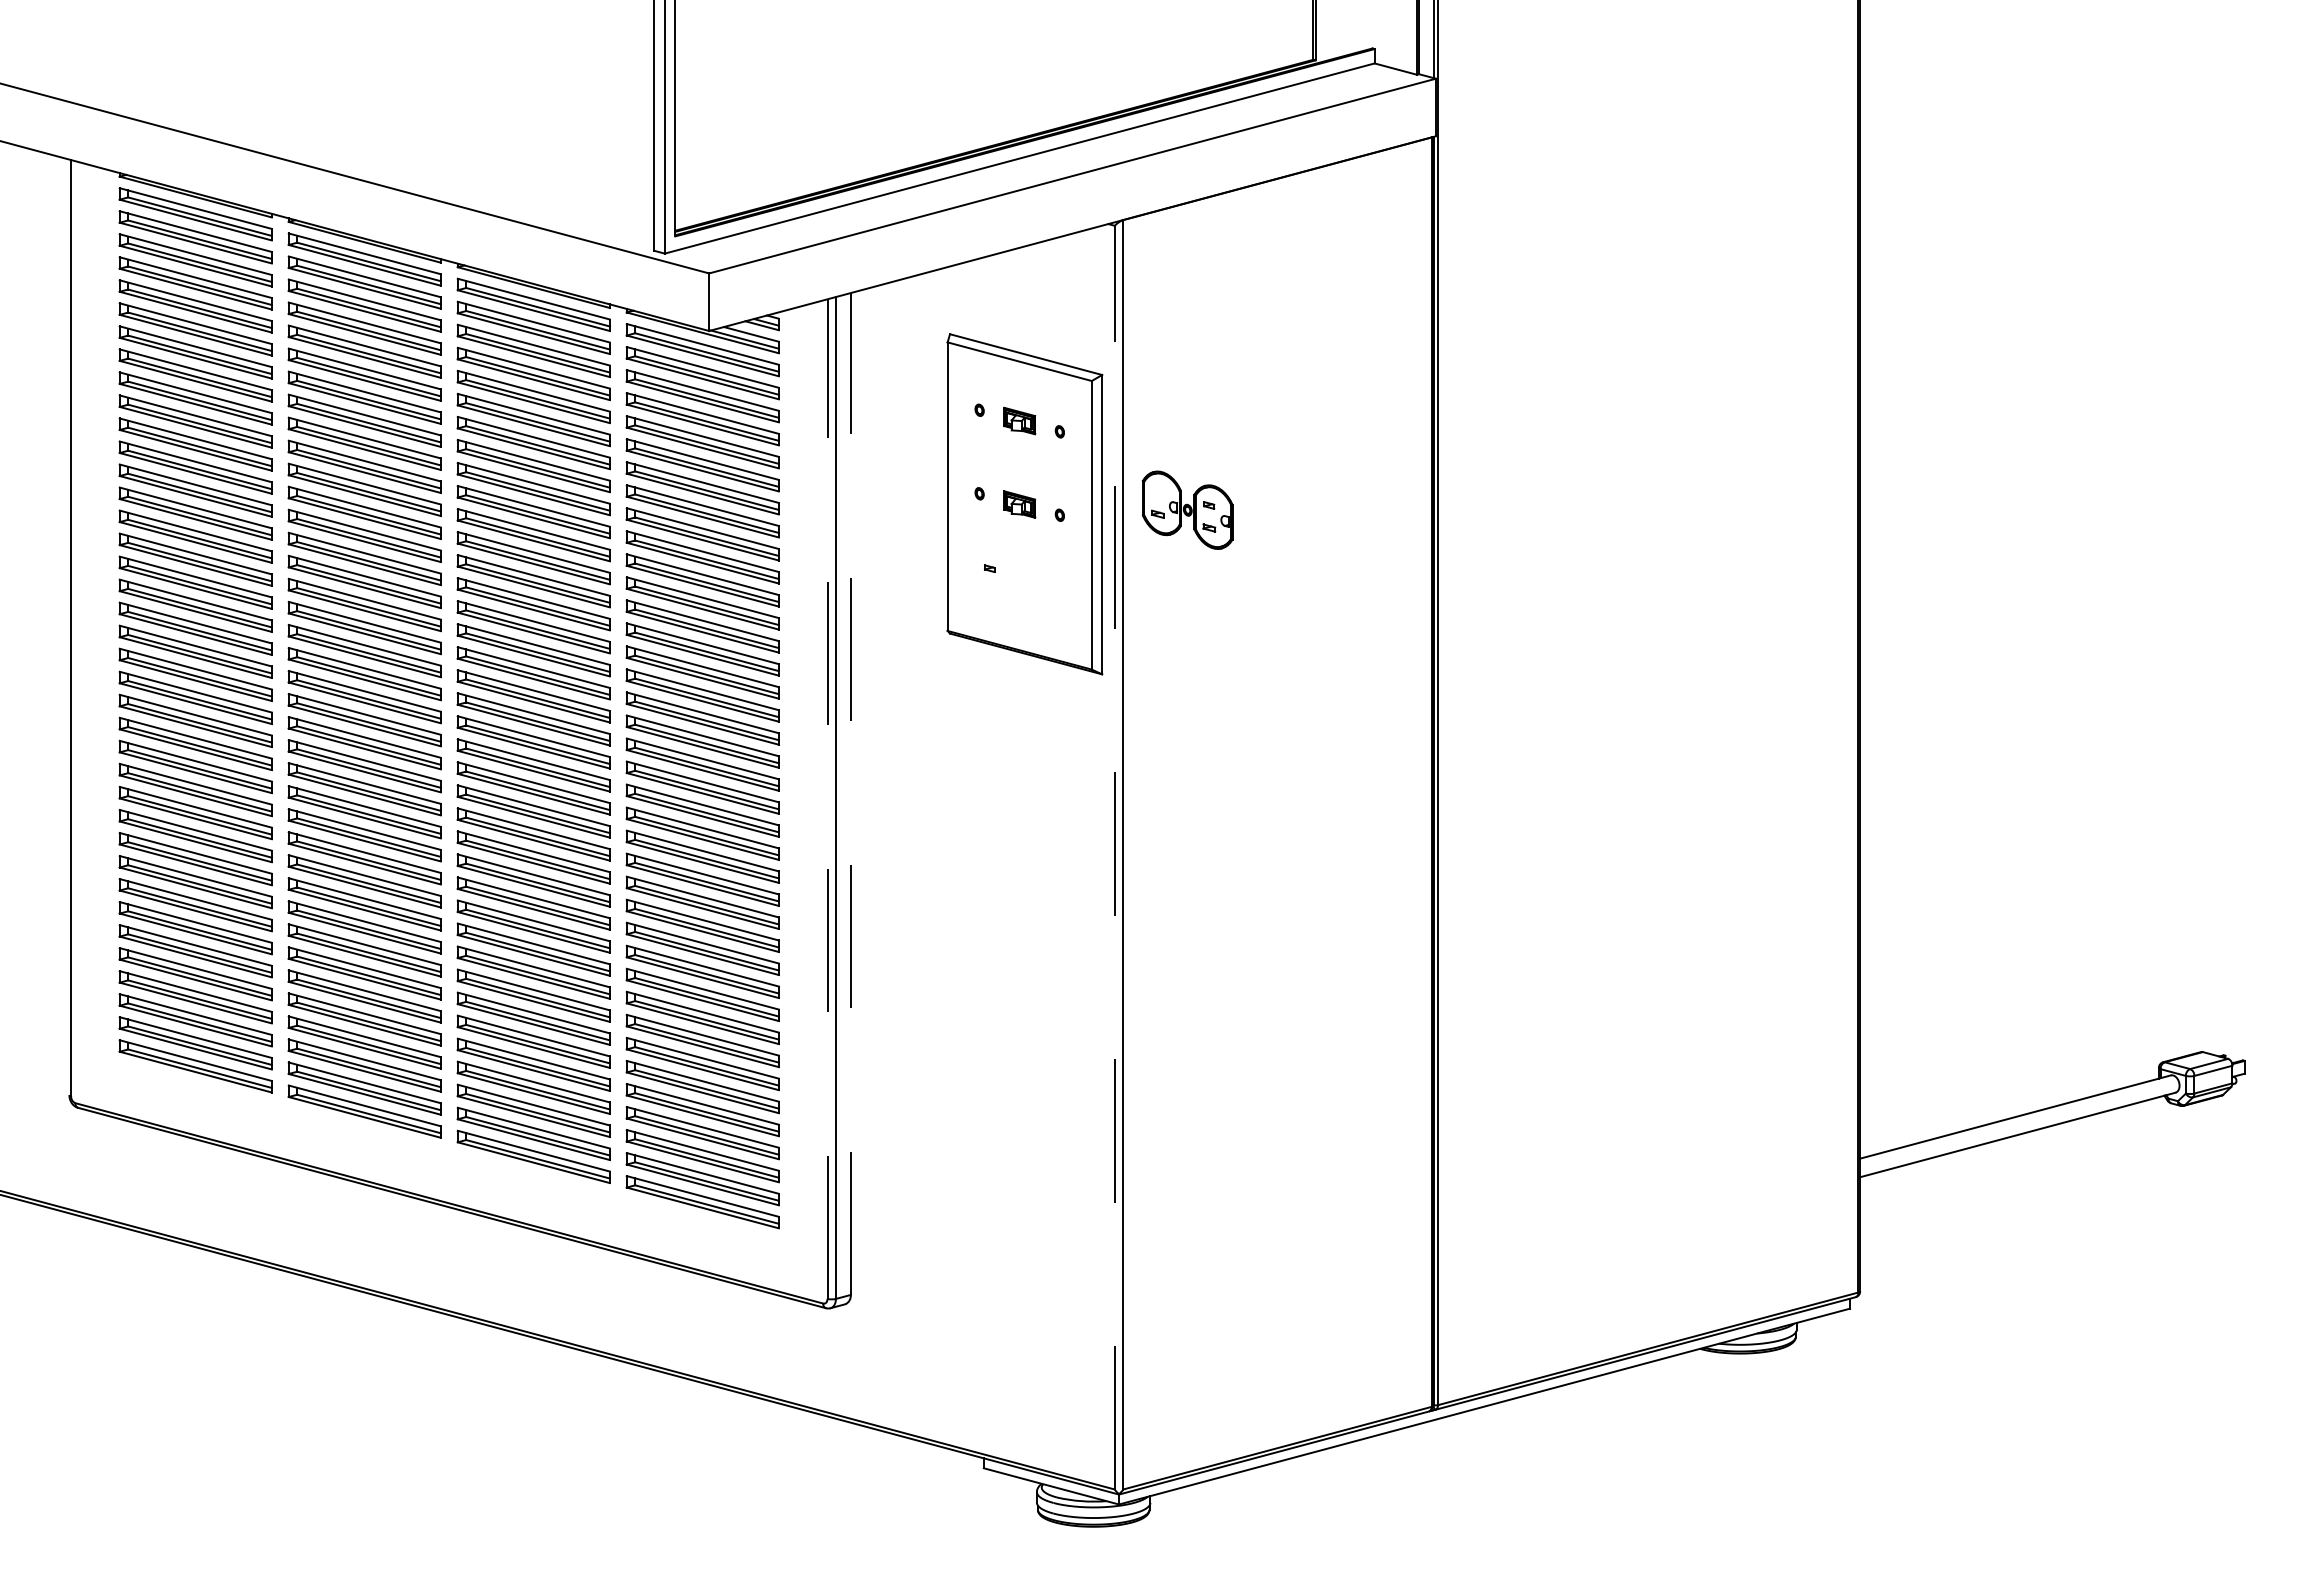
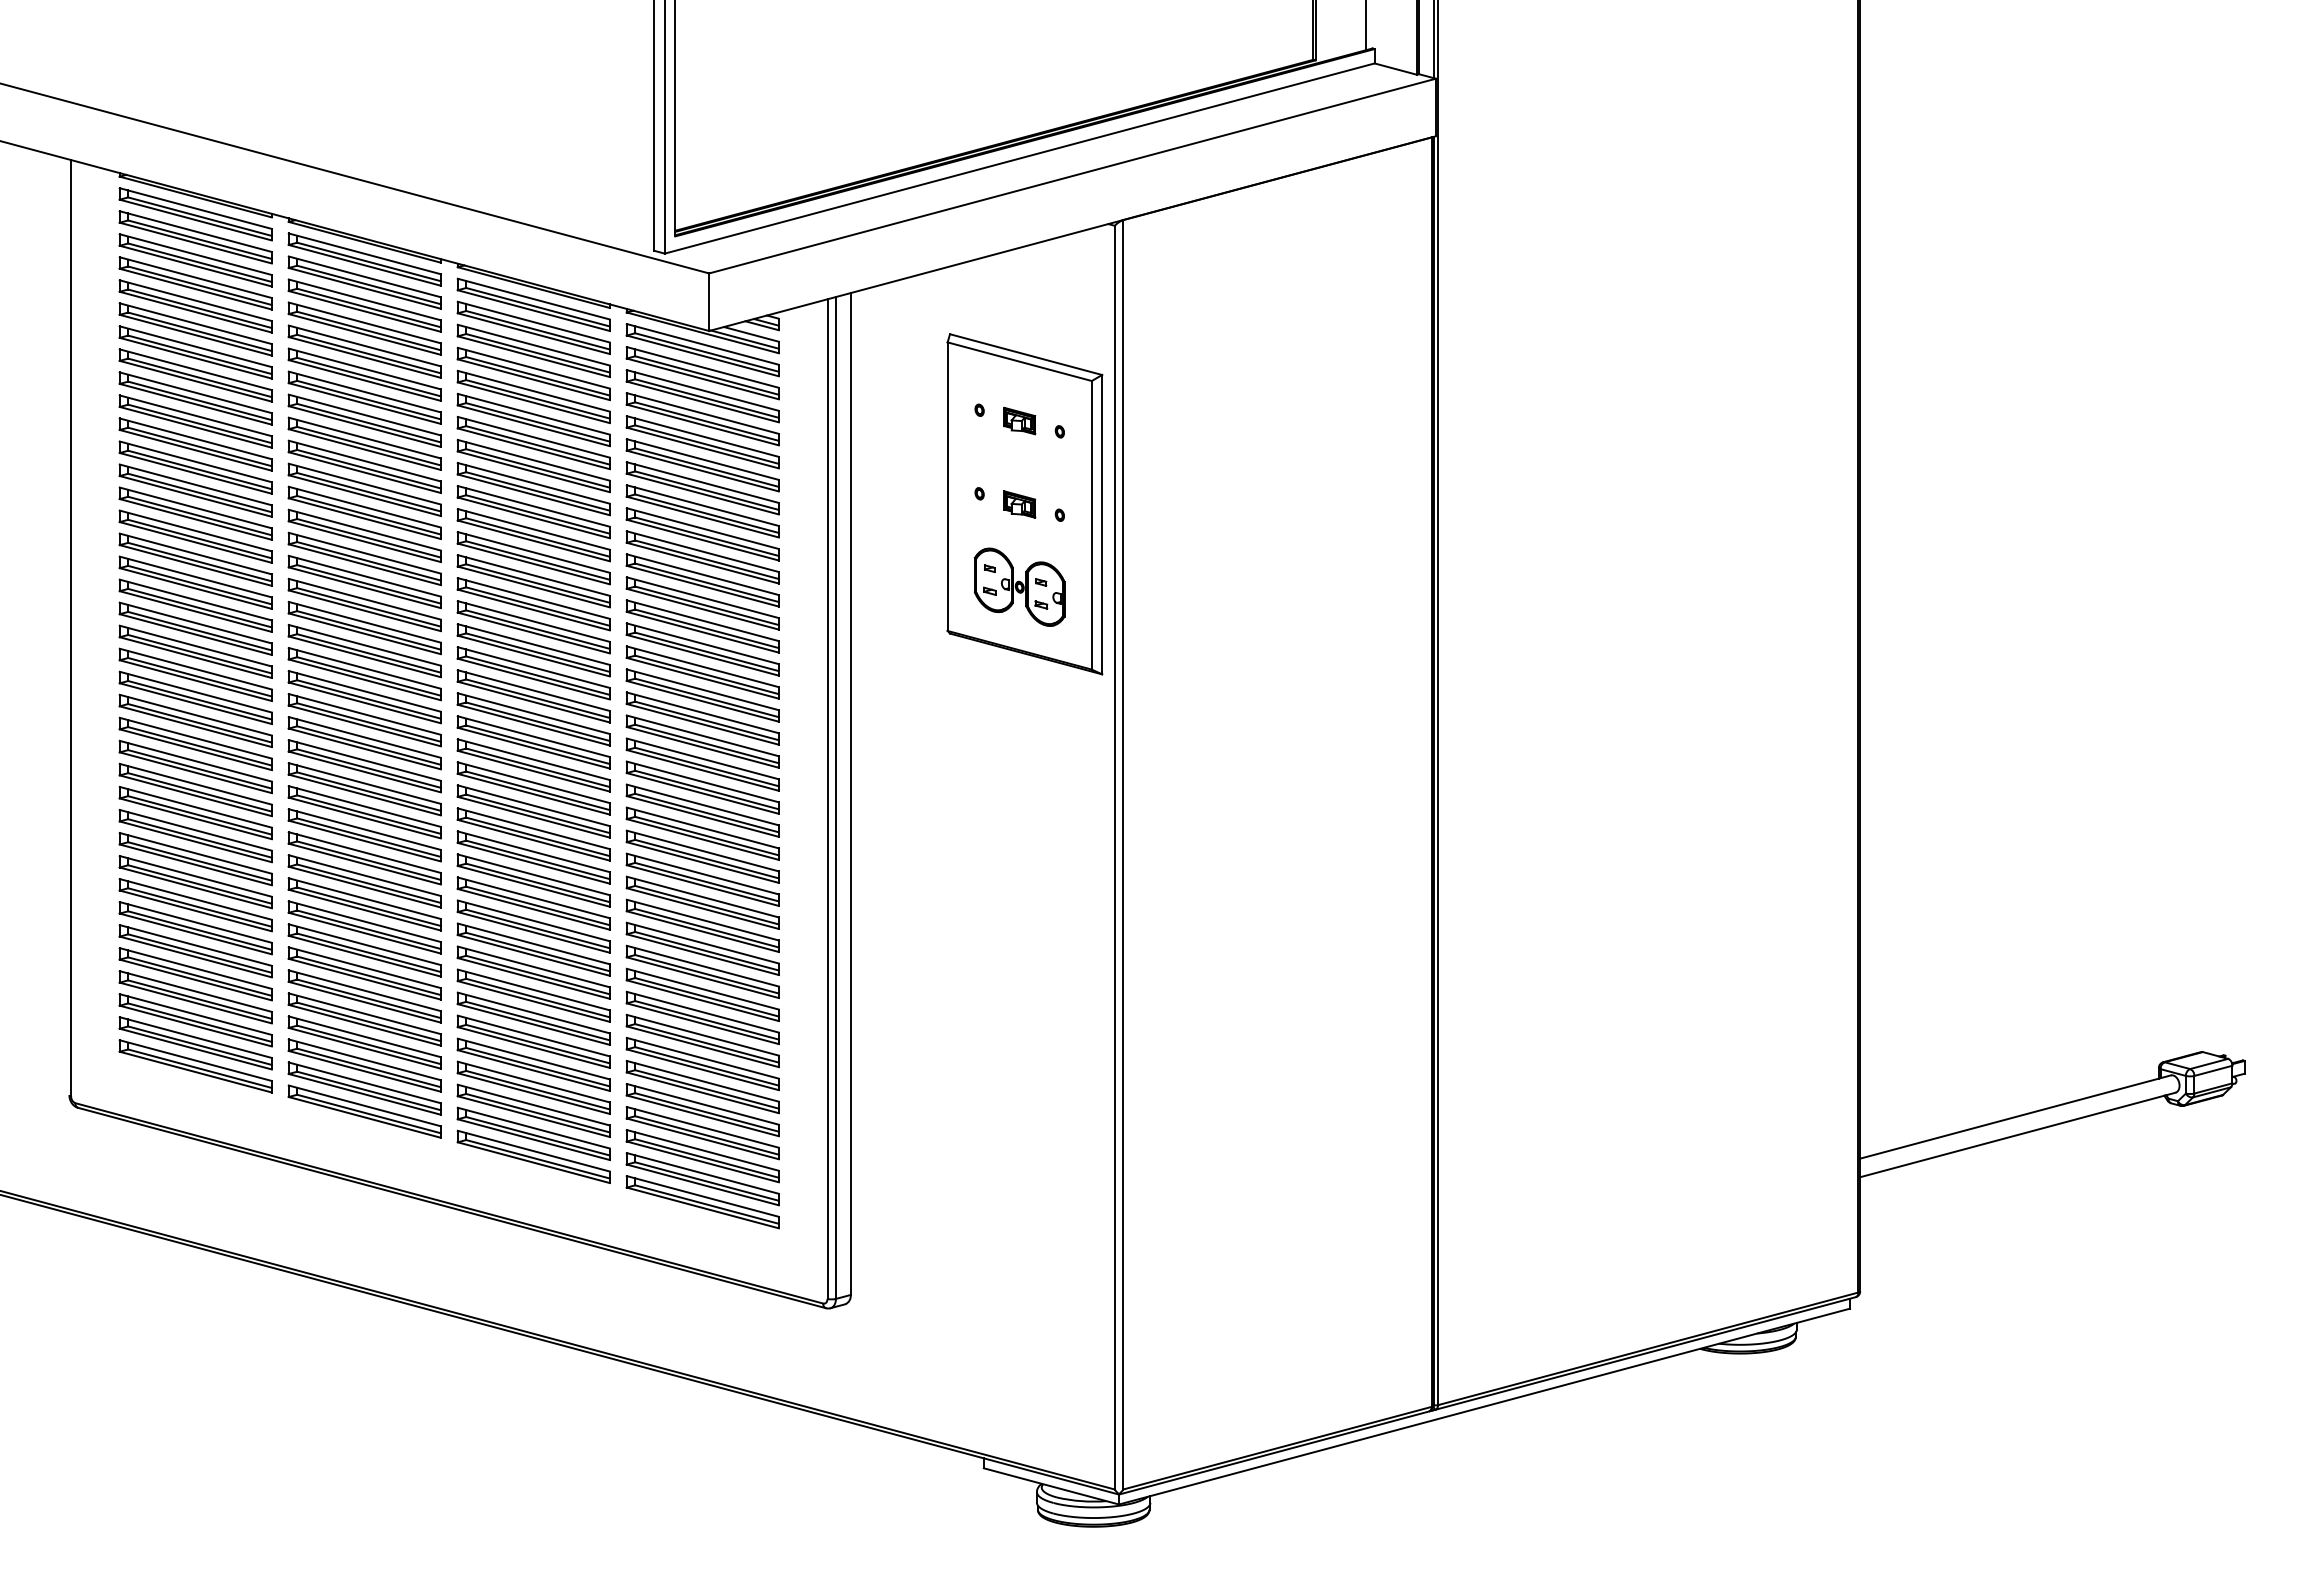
line at (1366, 26): none -> present
part at (1187, 509) position: (1187, 509) -> (1019, 586)
line at (850, 794): dashed -> solid
line at (827, 799): dashed -> solid
line at (1114, 857): dashed -> solid
